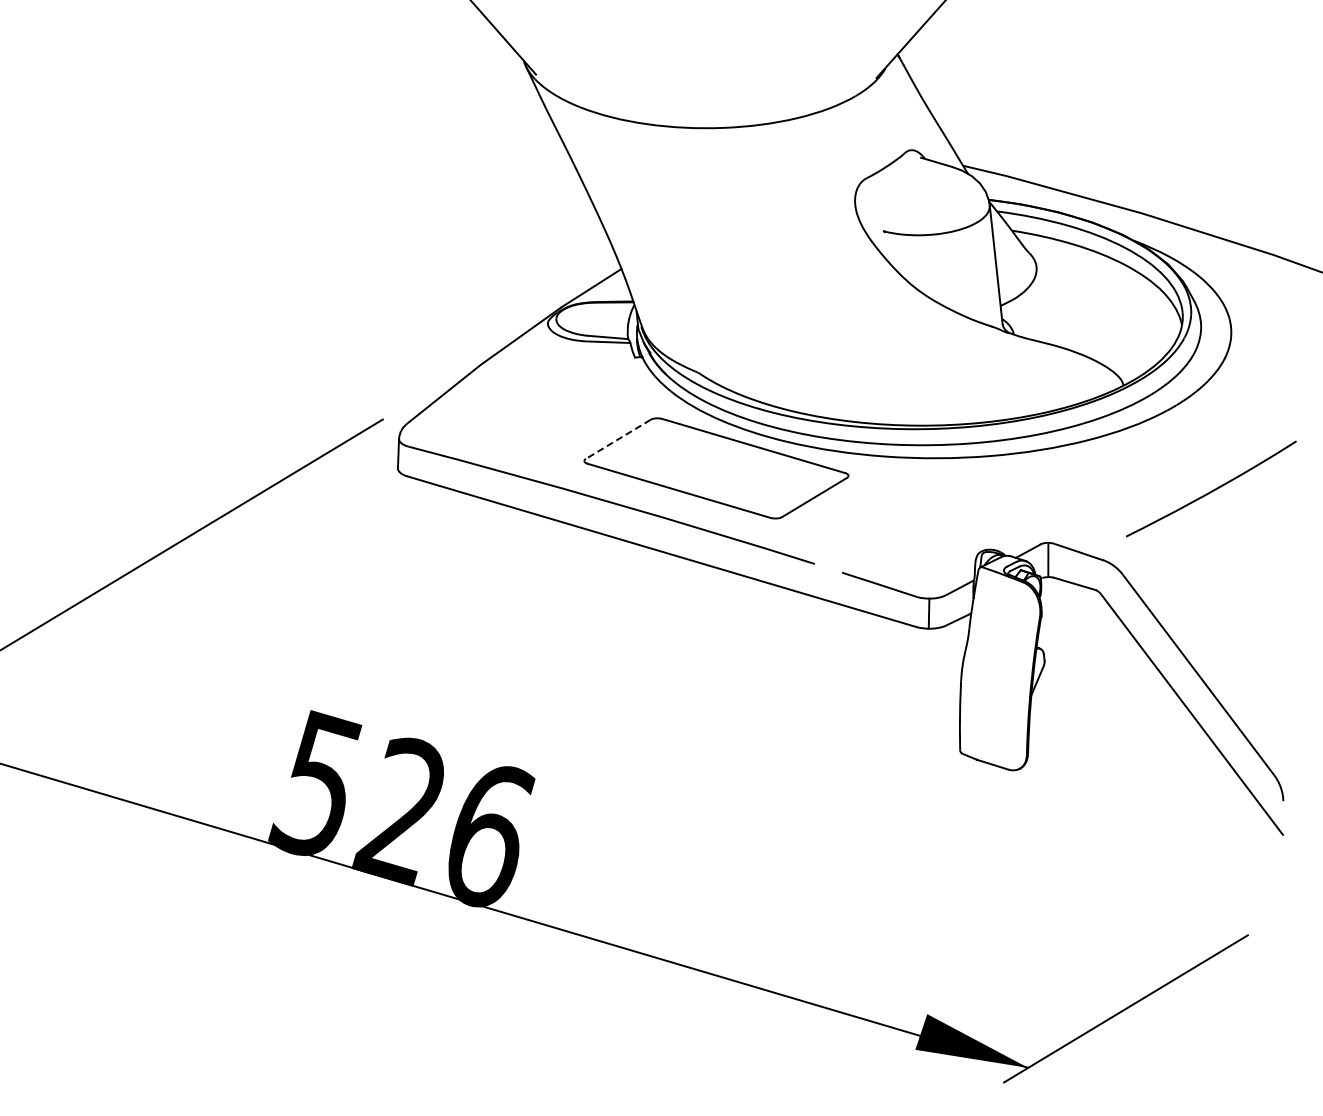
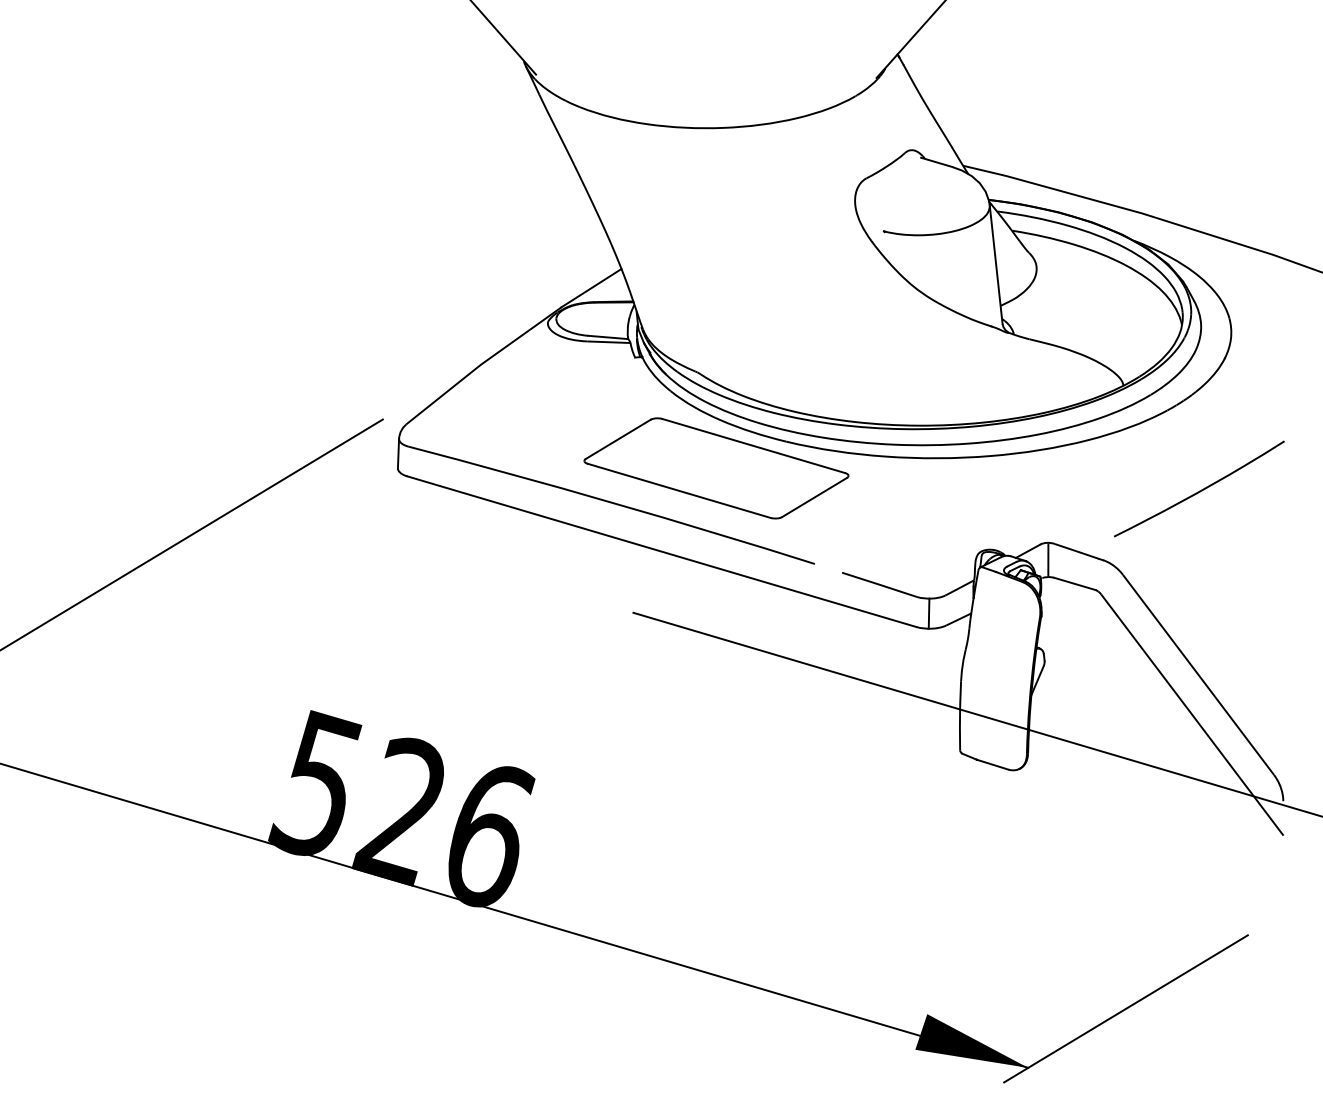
line at (618, 439): dashed -> solid
curve at (1211, 490) position: (1211, 490) -> (1199, 490)
line at (976, 713): none -> present
